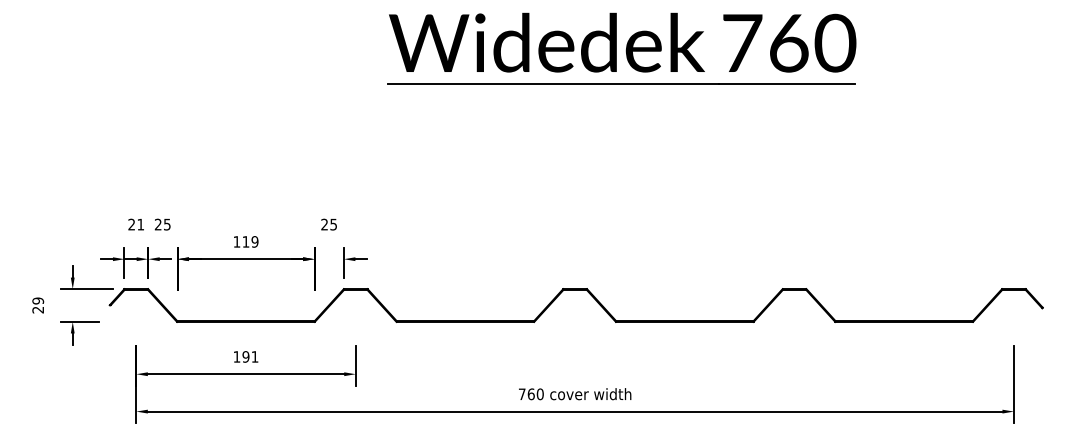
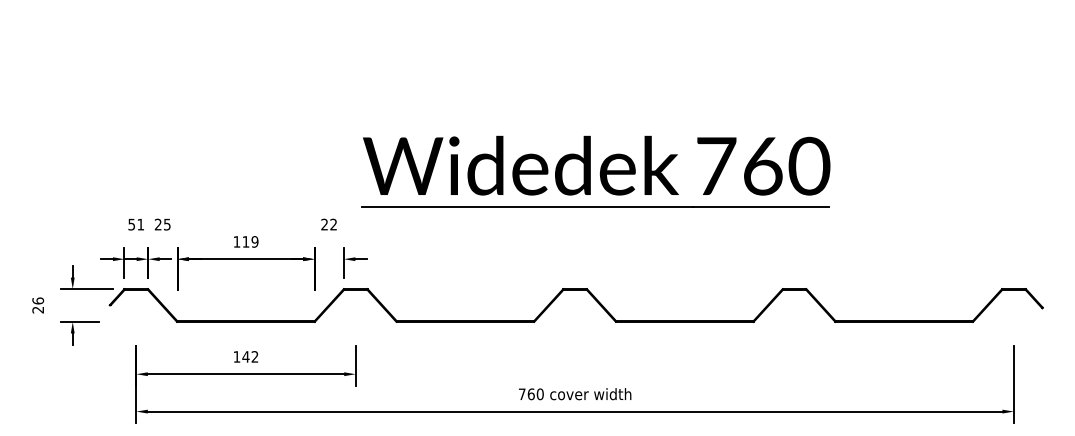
part at (621, 48) position: (621, 48) -> (595, 171)
text at (131, 224): 21 -> 51
text at (333, 224): 25 -> 22
text at (38, 300): 29 -> 26
text at (250, 356): 191 -> 142
